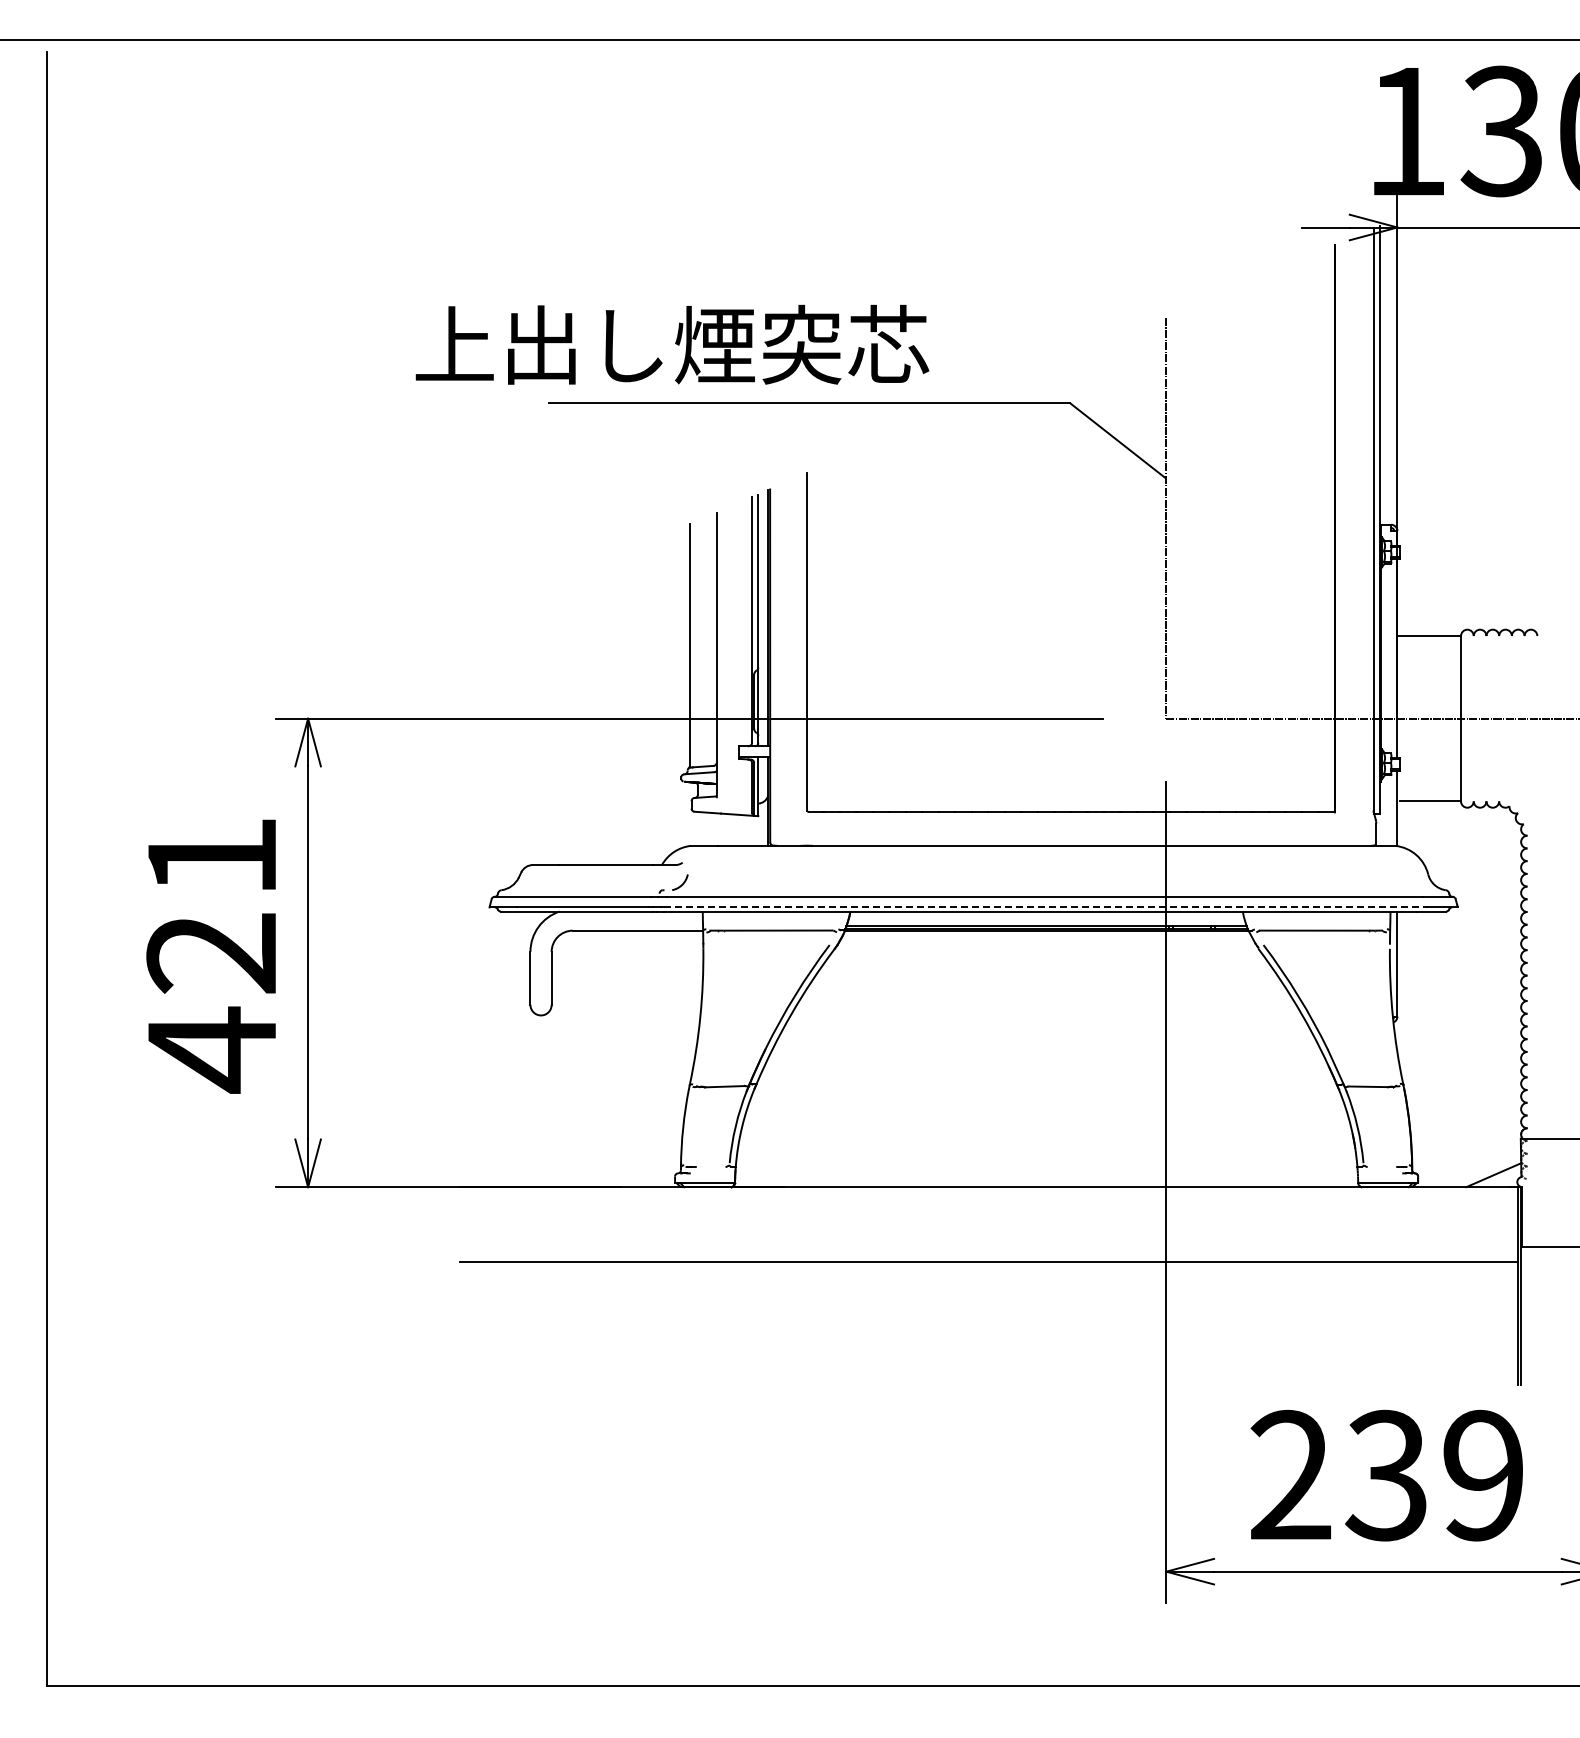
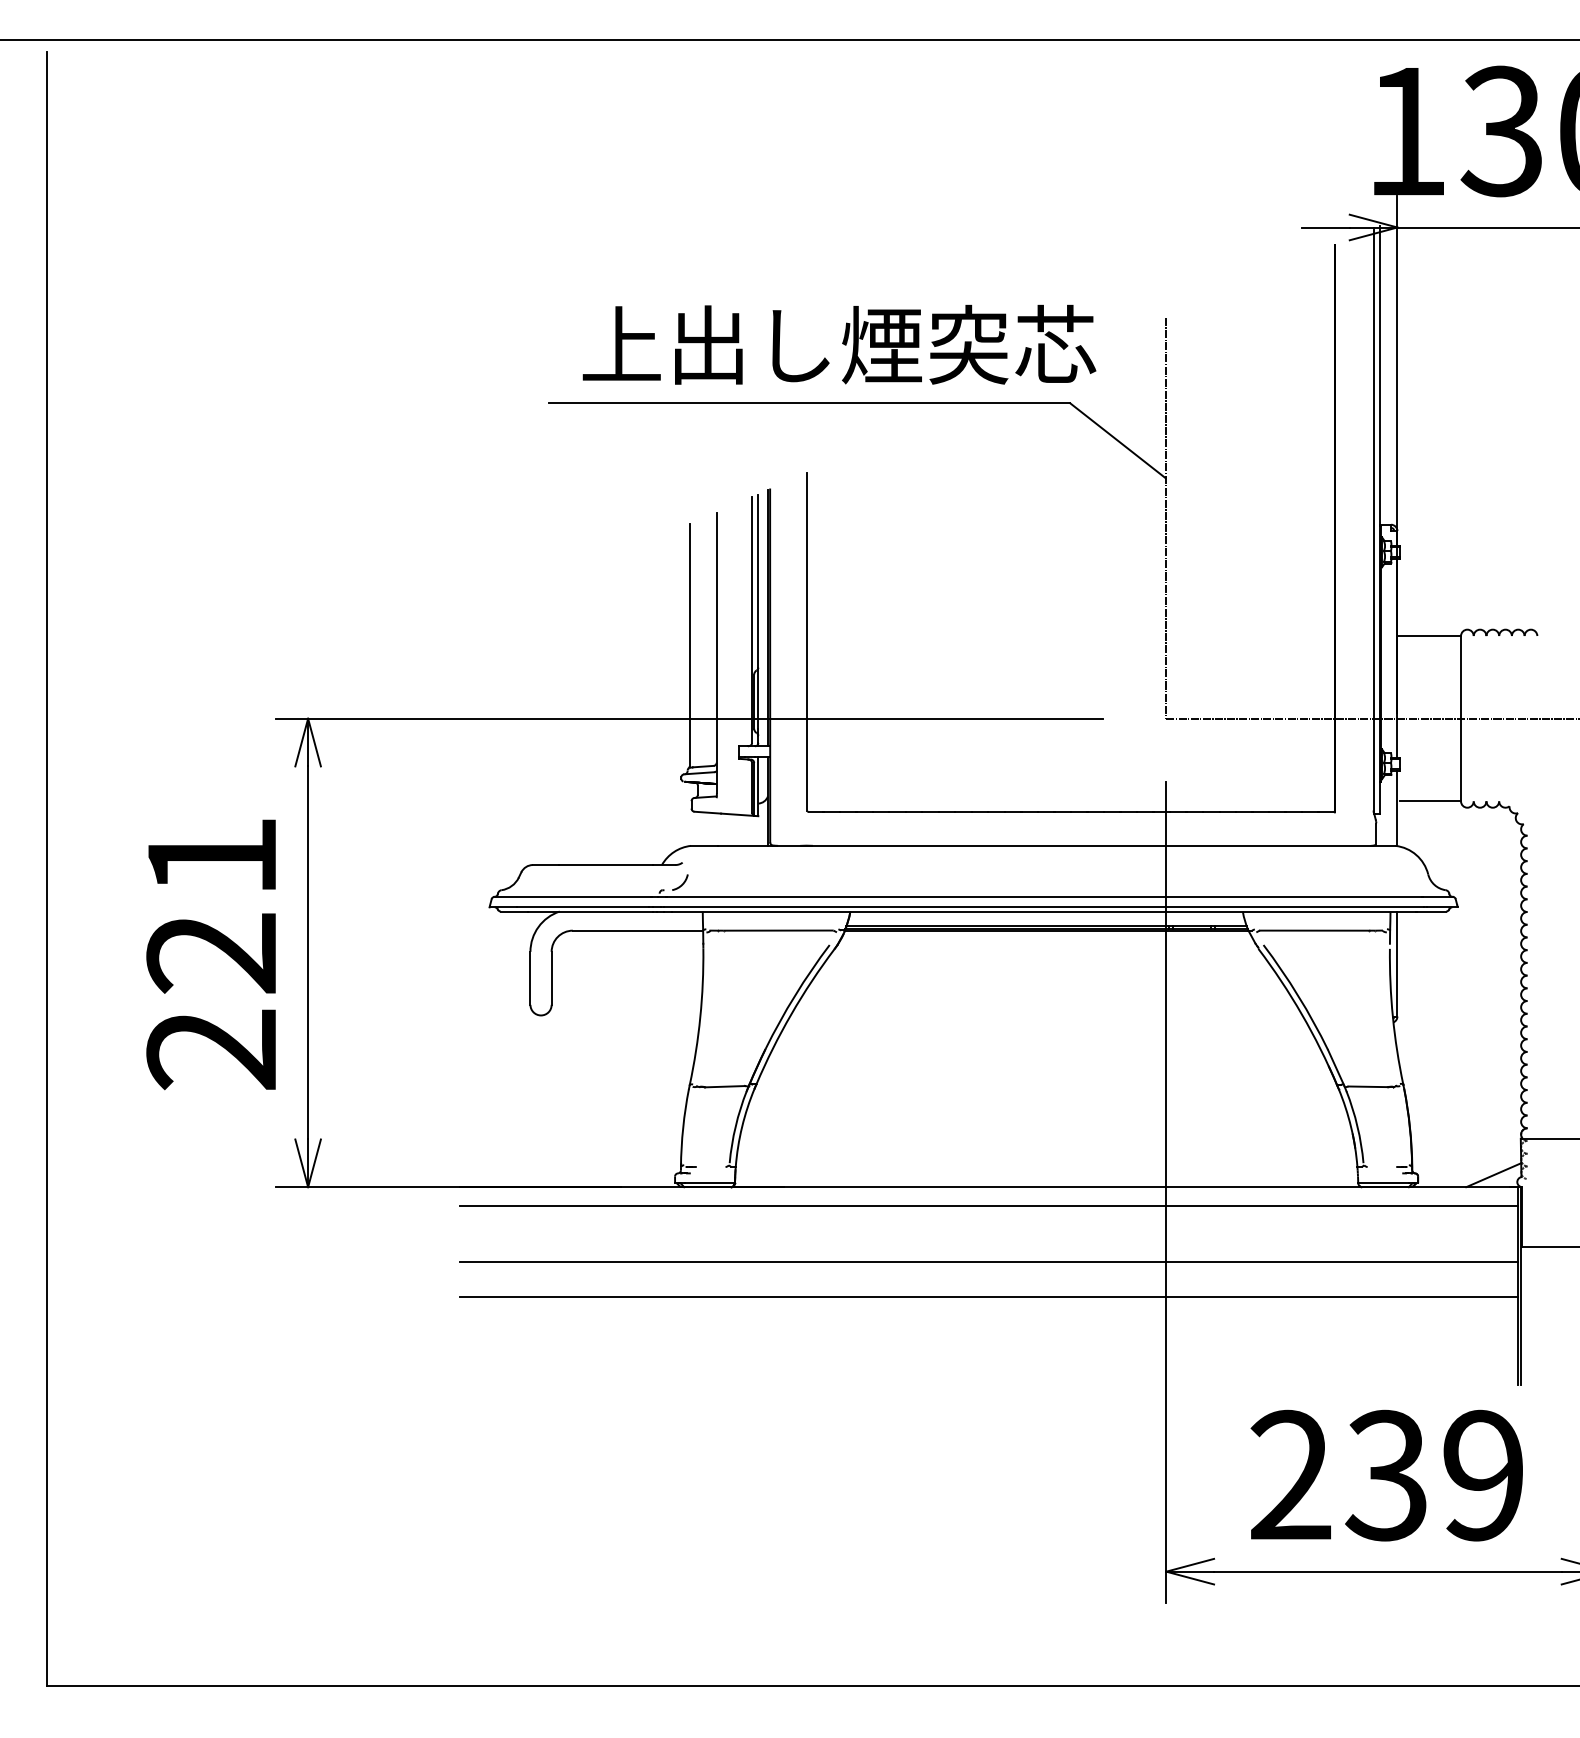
text at (672, 344) position: (672, 344) -> (839, 344)
line at (1044, 907): dashed -> solid
text at (210, 1049): 421 -> 221
line at (988, 1205): none -> present
line at (988, 1297): none -> present
